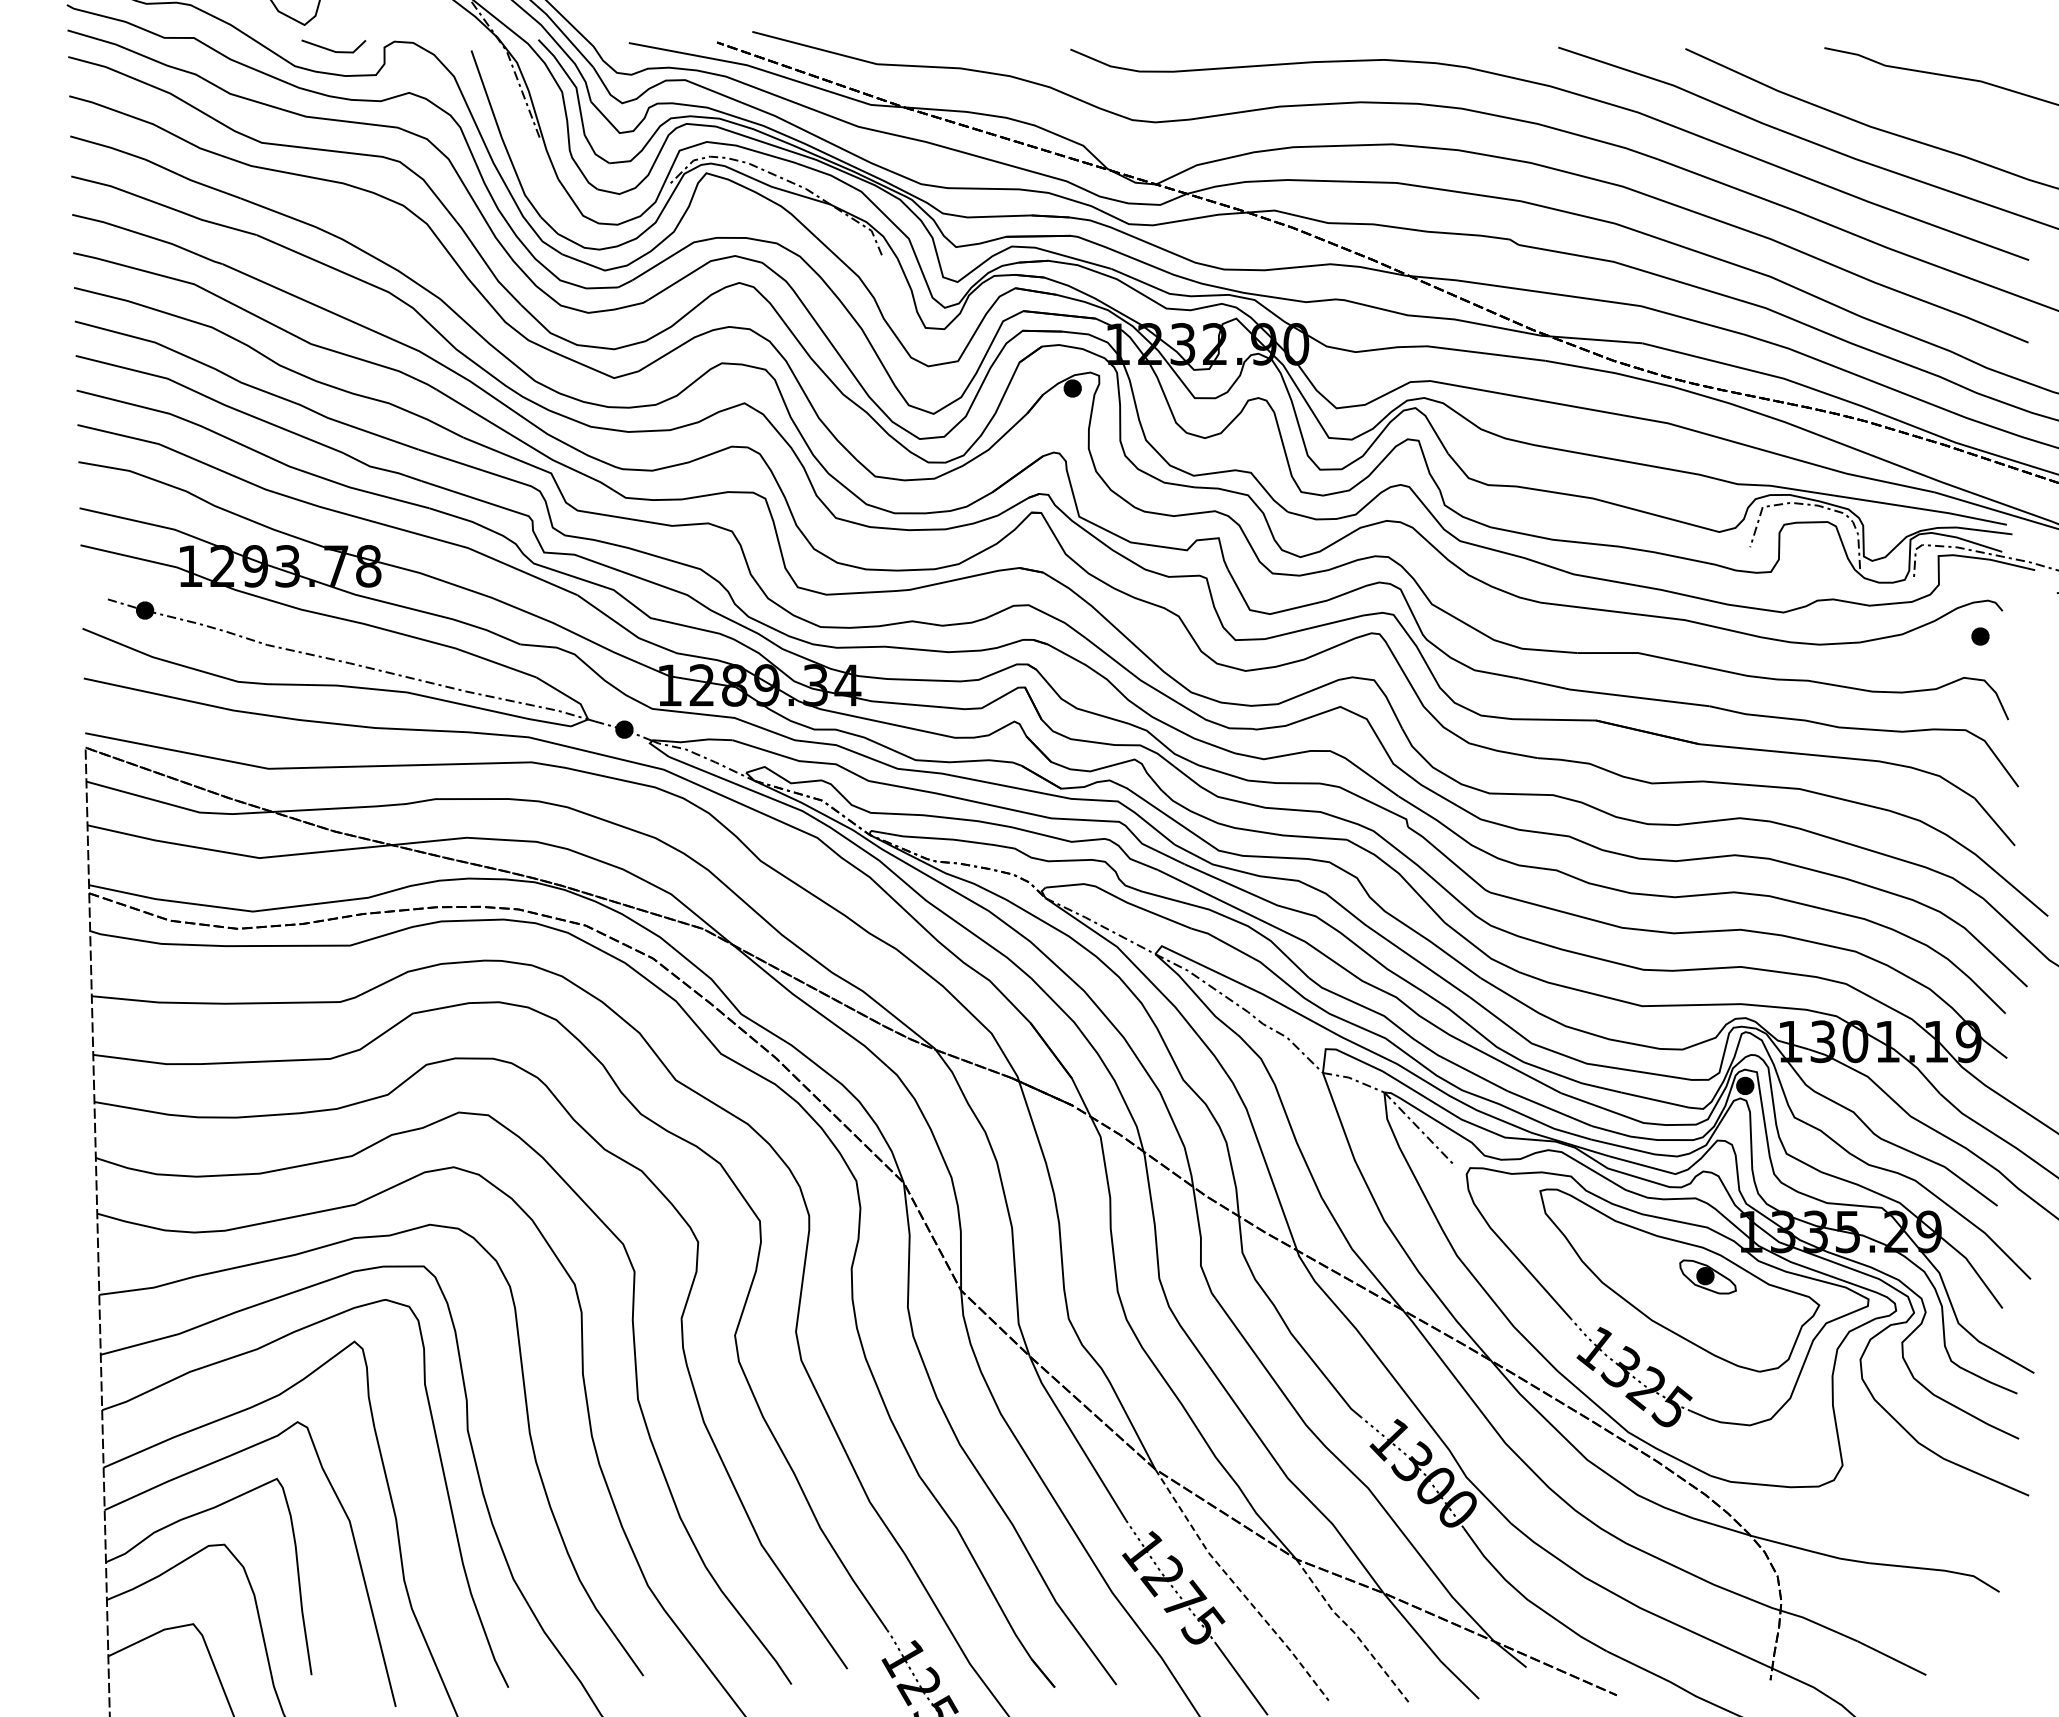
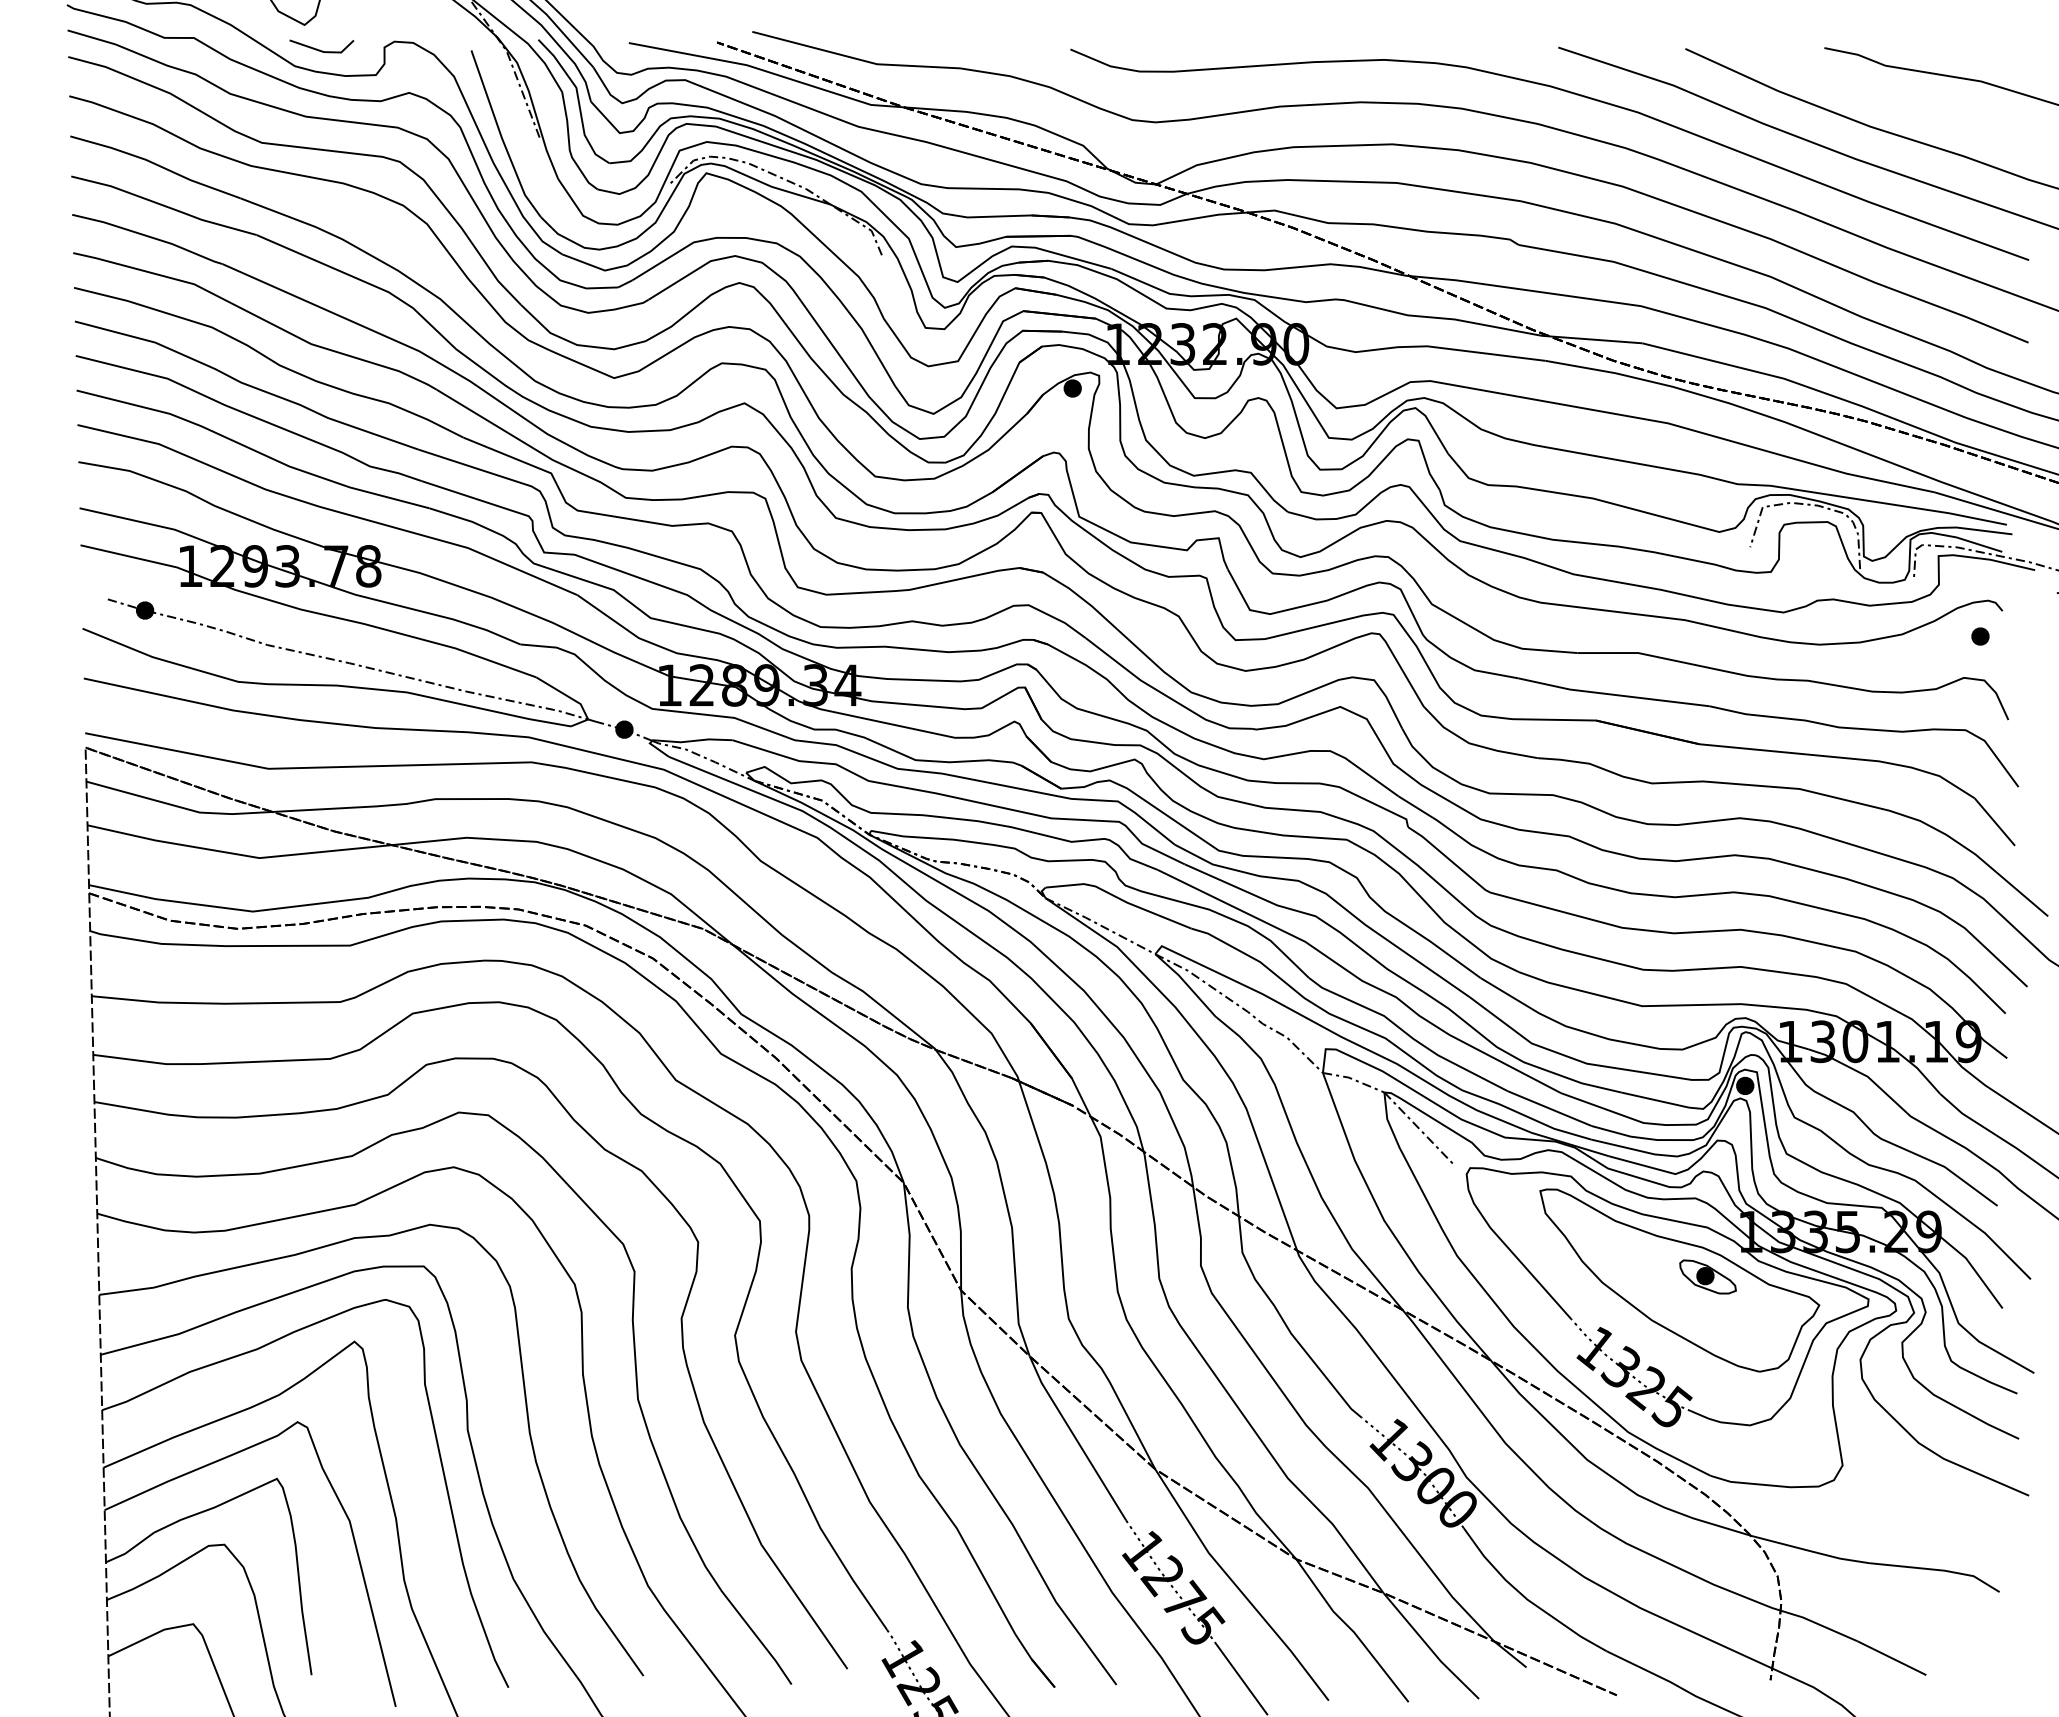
line at (331, 49) position: (331, 49) -> (319, 49)
line at (1238, 1588): dashed -> solid
line at (1352, 1630): dashed -> solid
